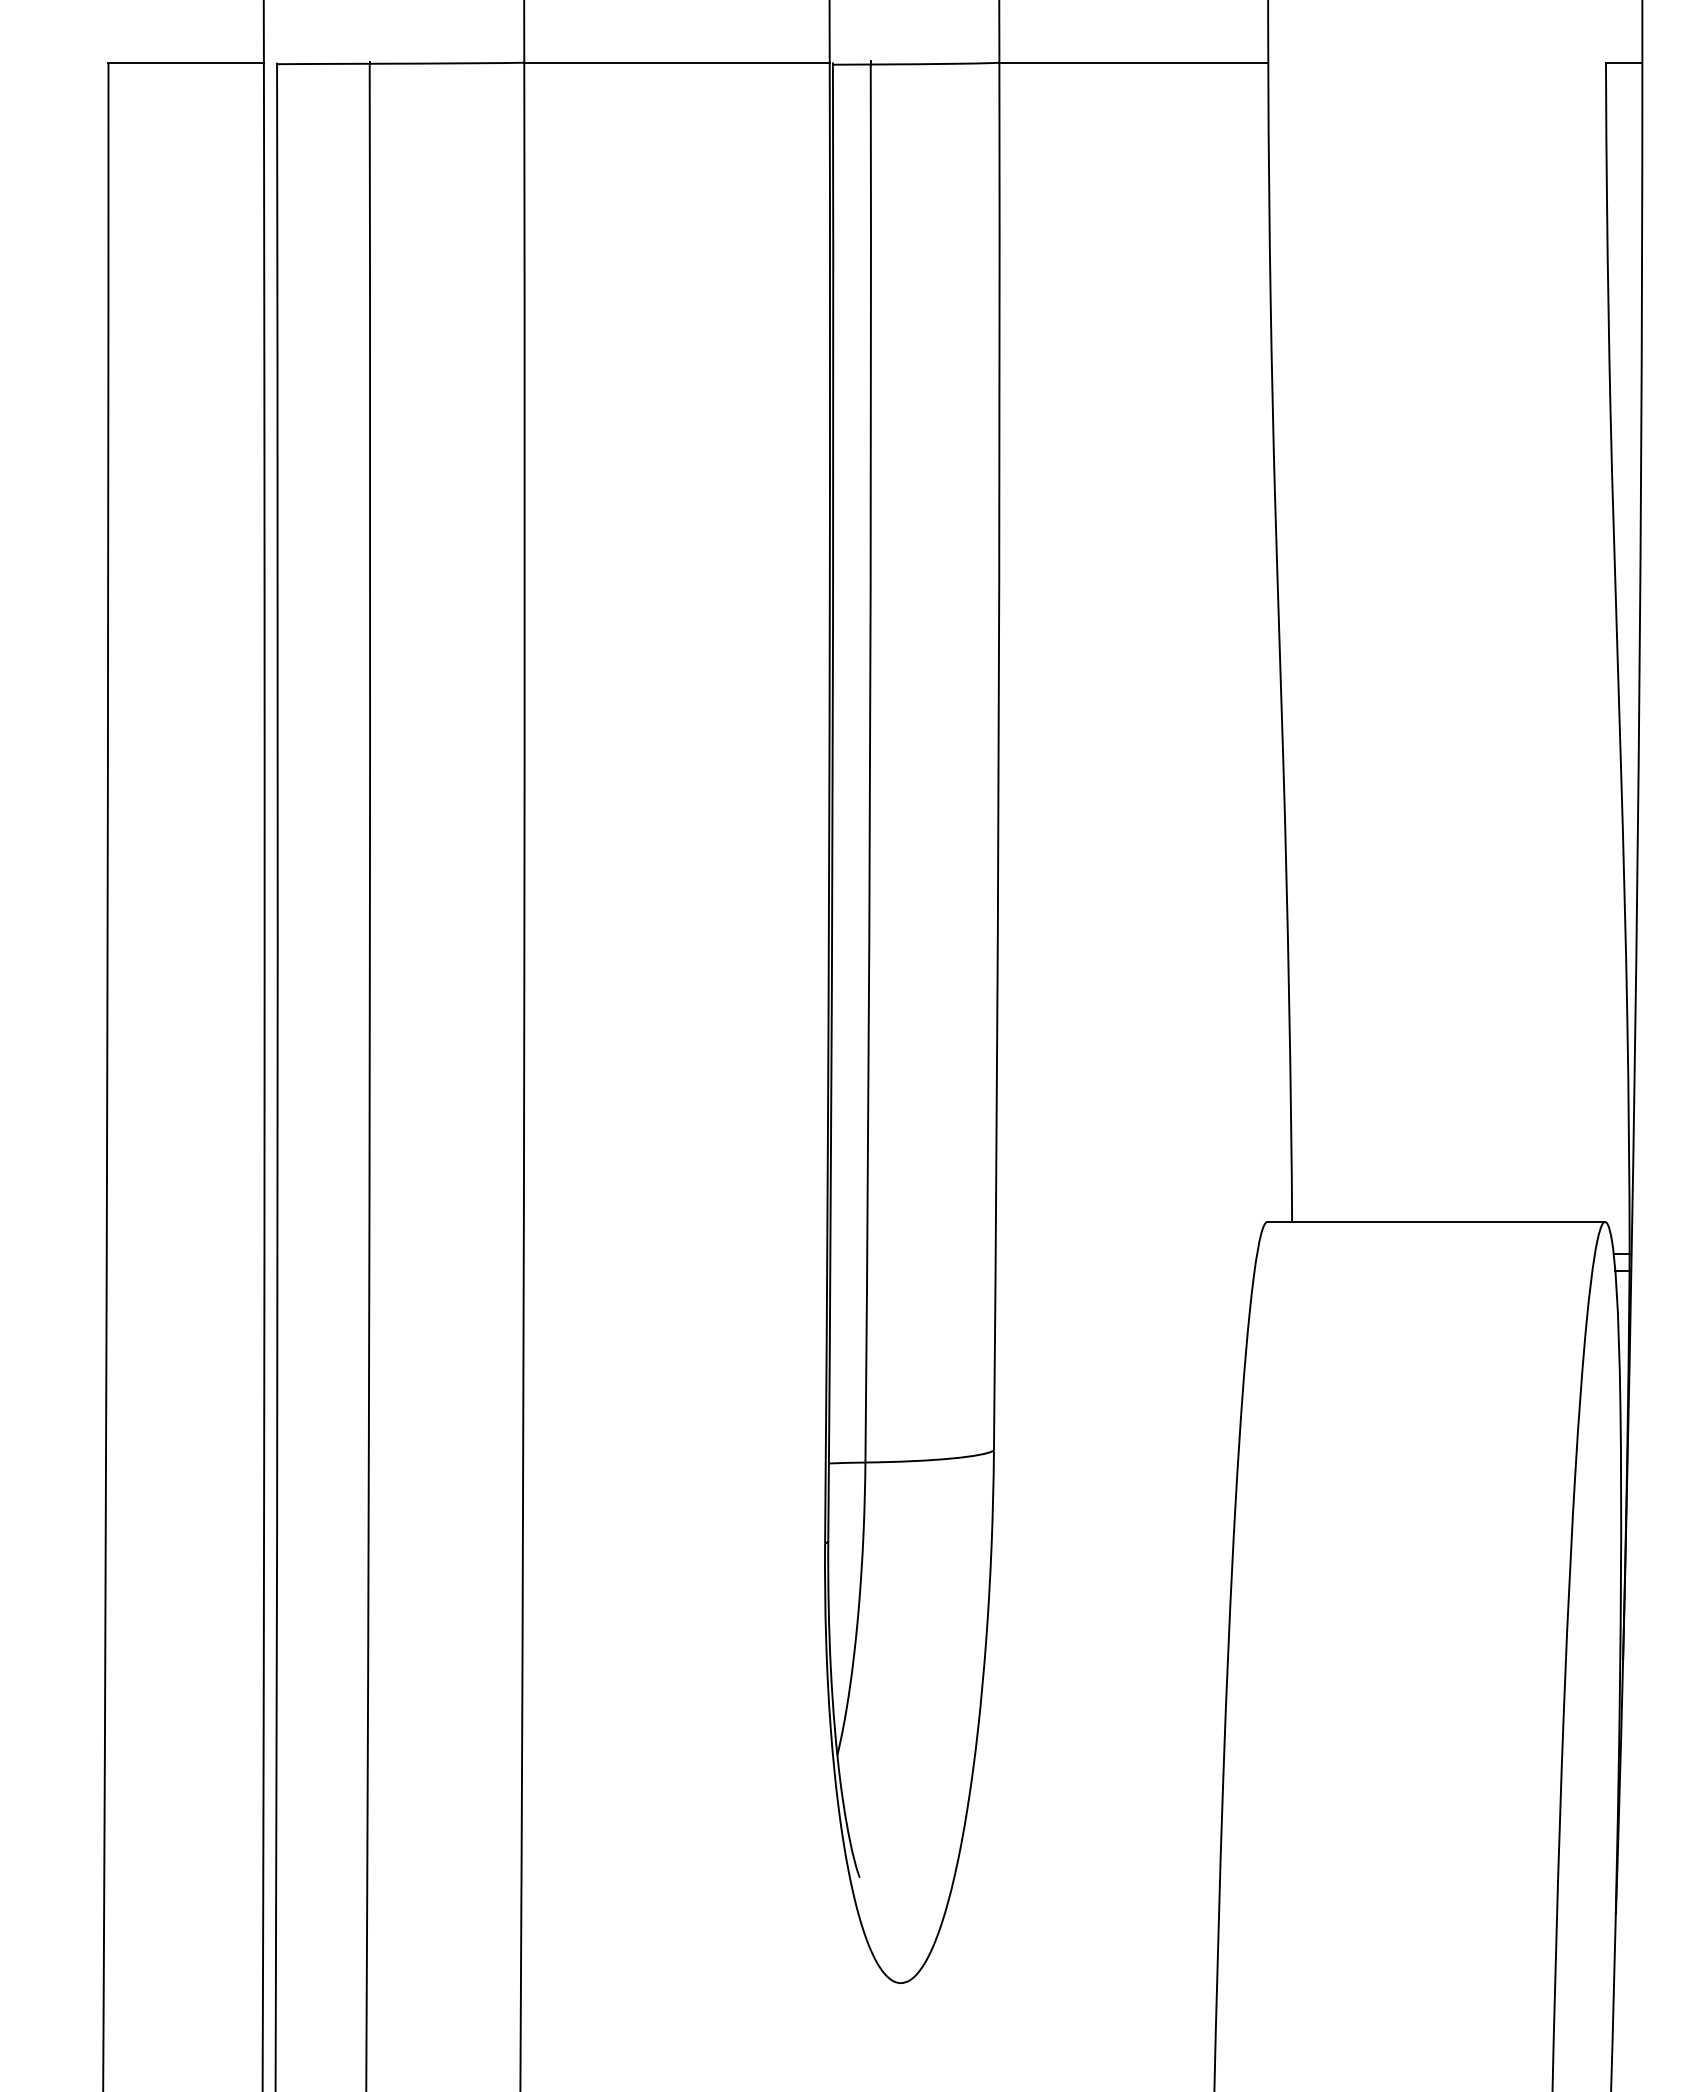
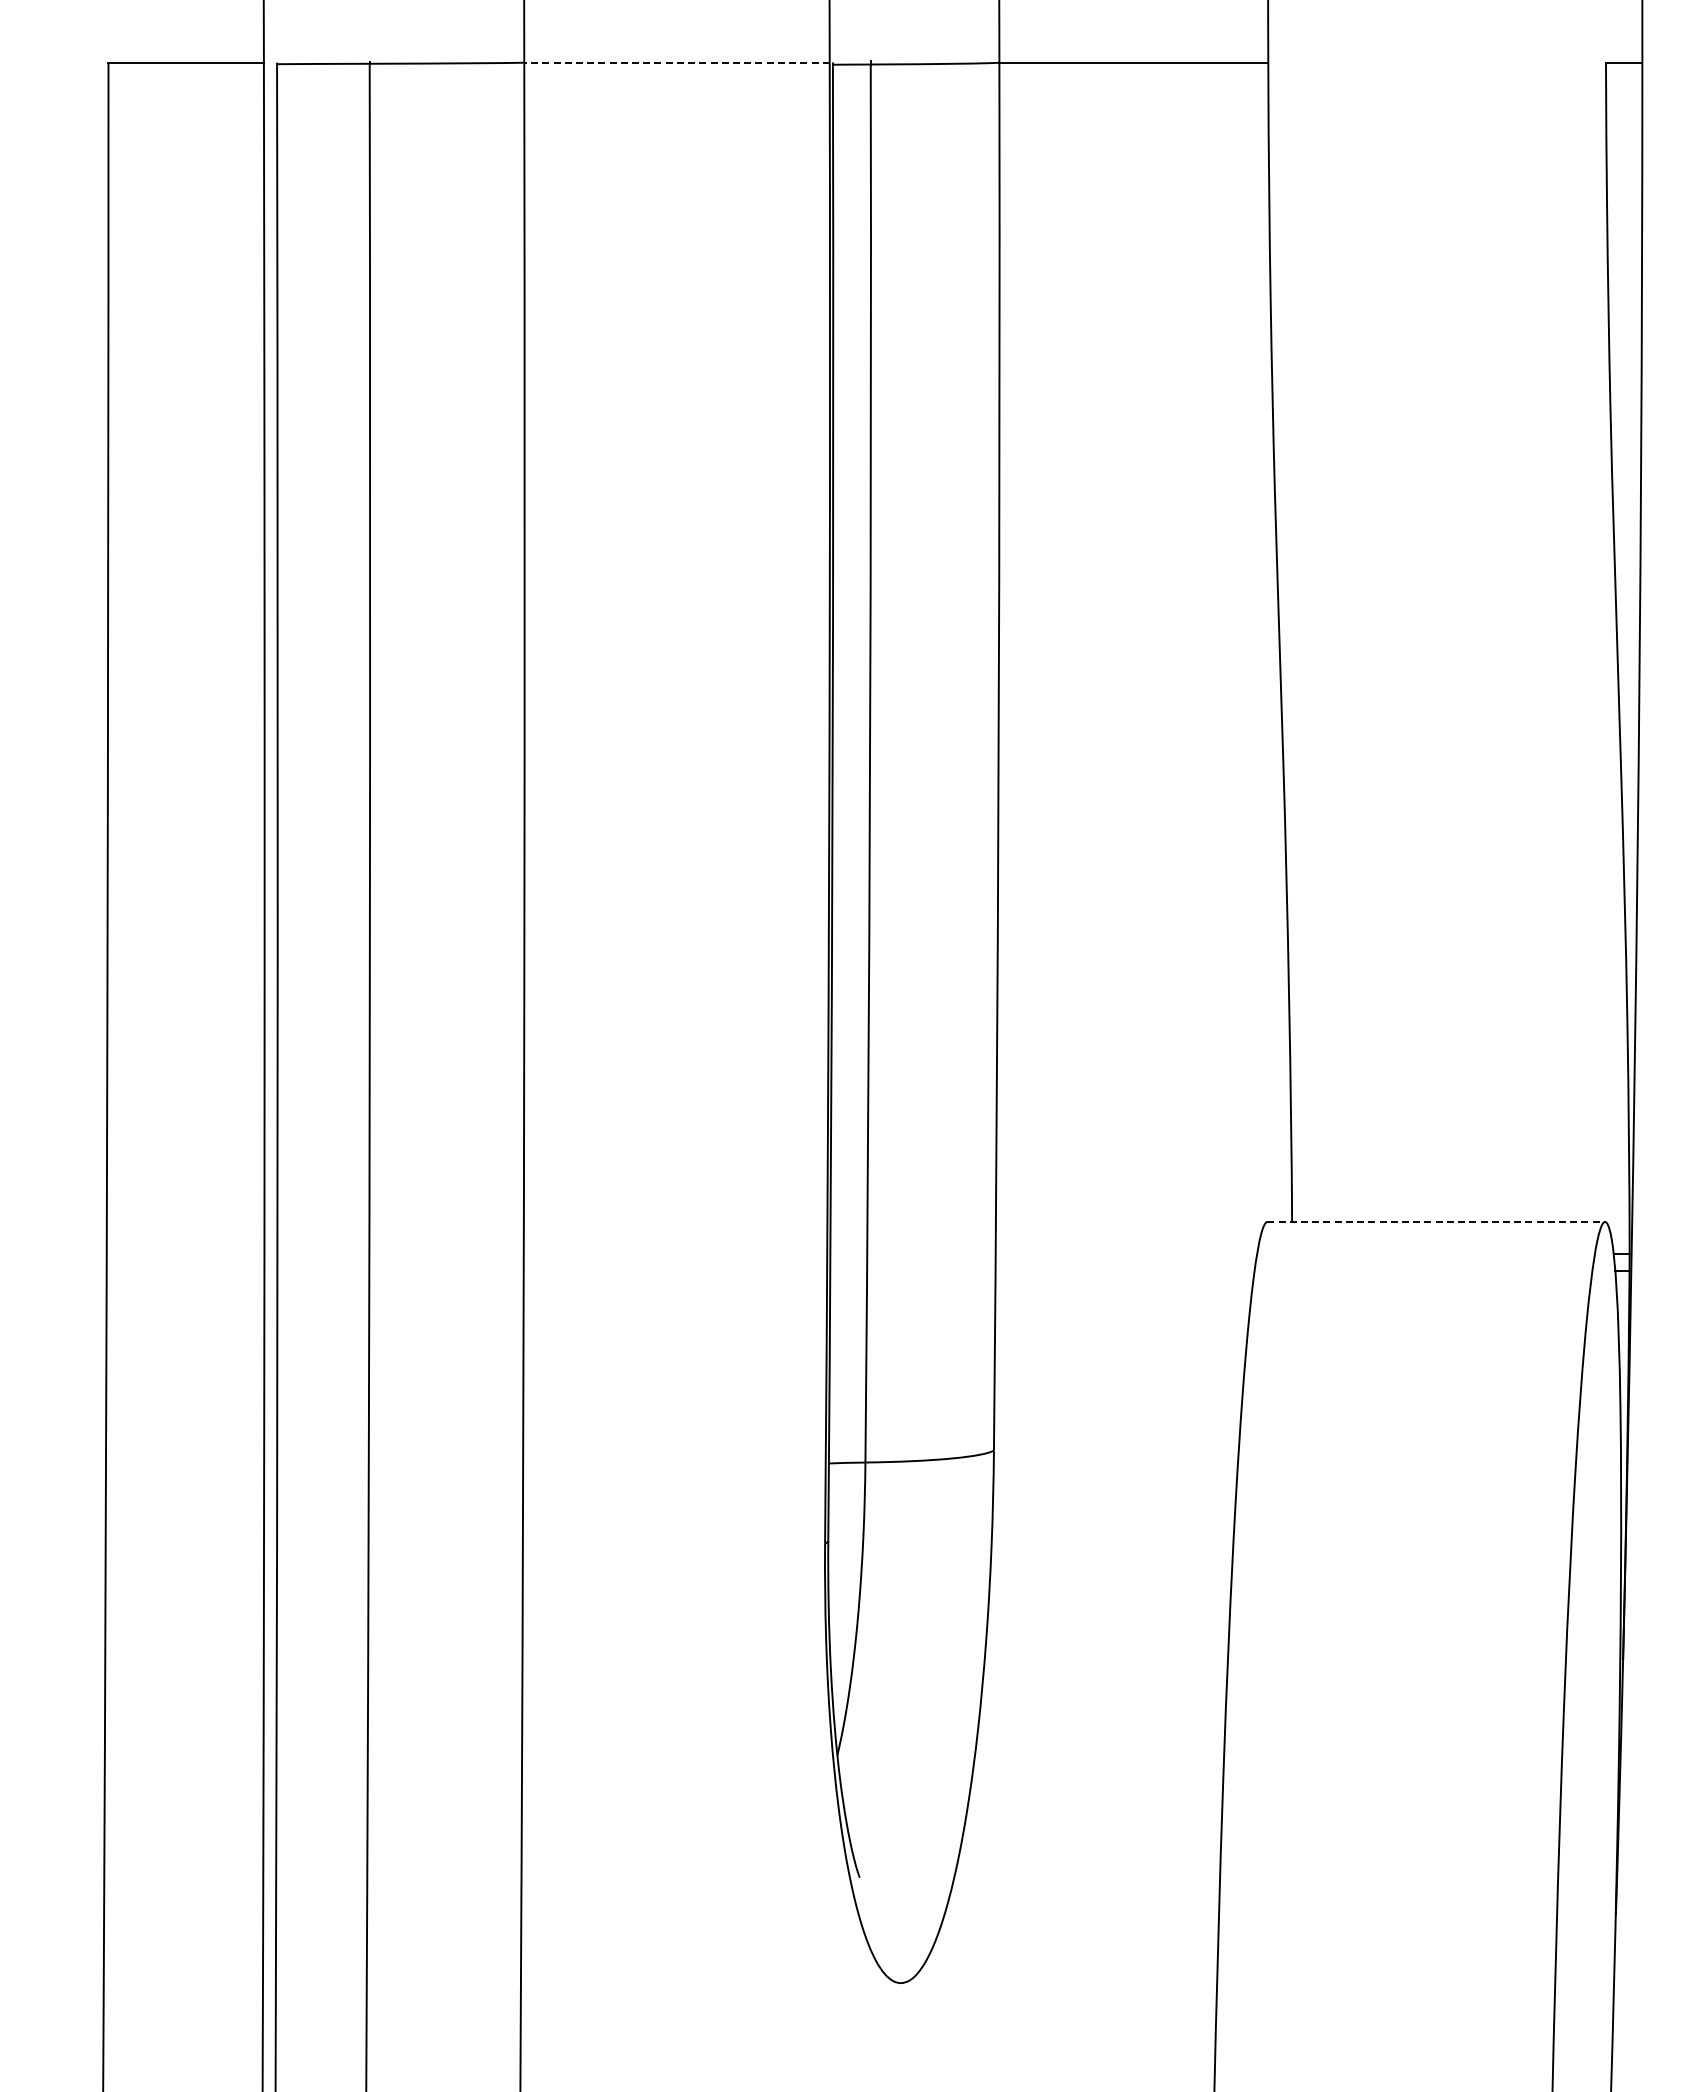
line at (677, 62): solid -> dashed
line at (1436, 1222): solid -> dashed
